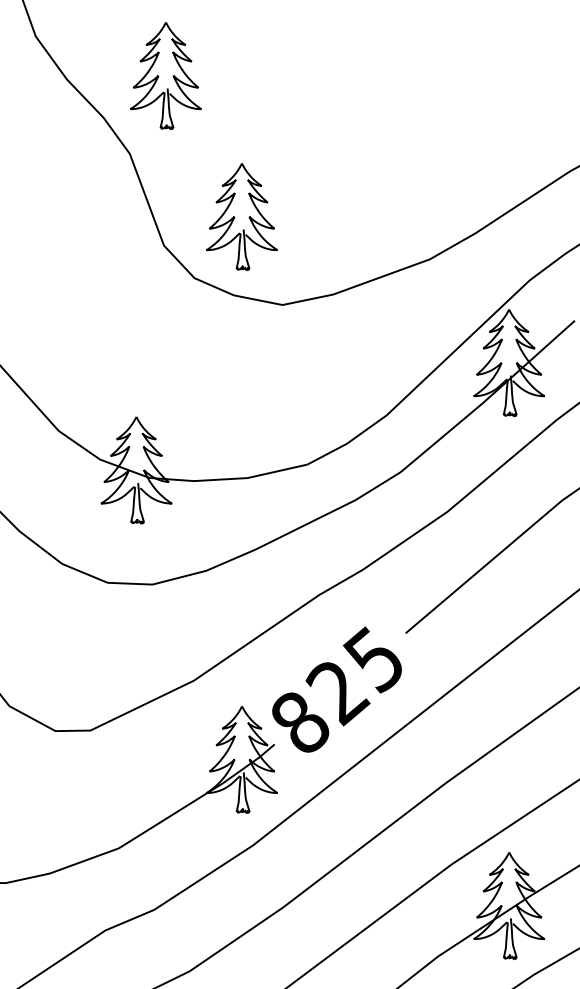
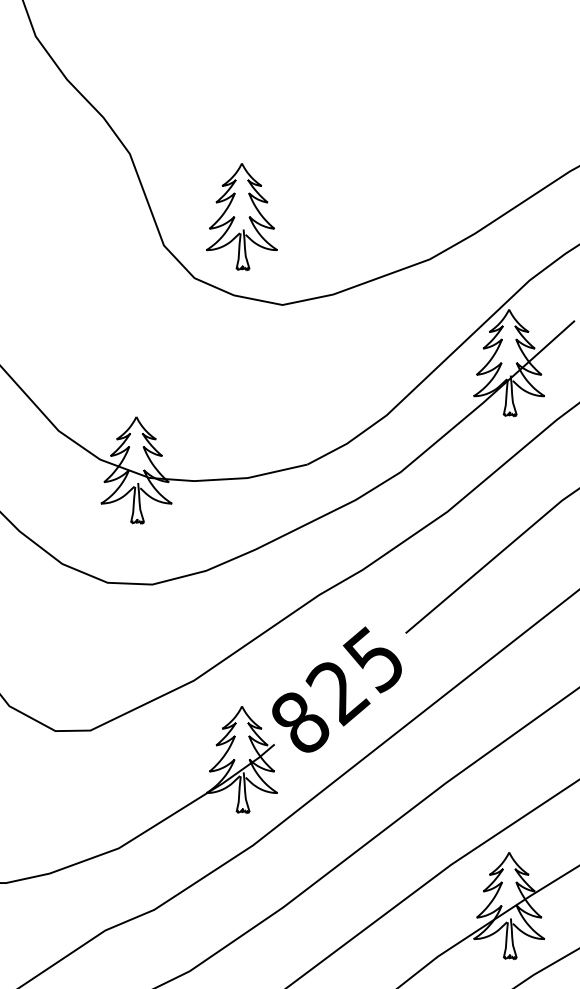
part at (165, 75): present -> none
